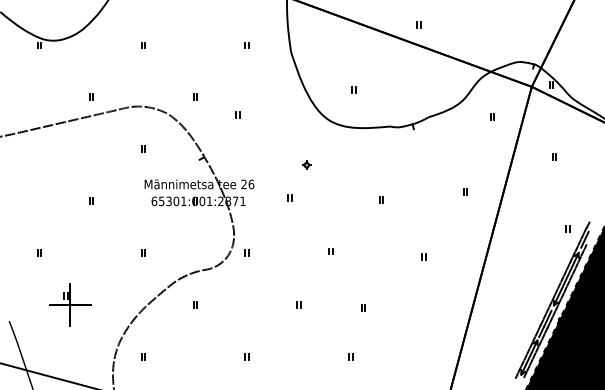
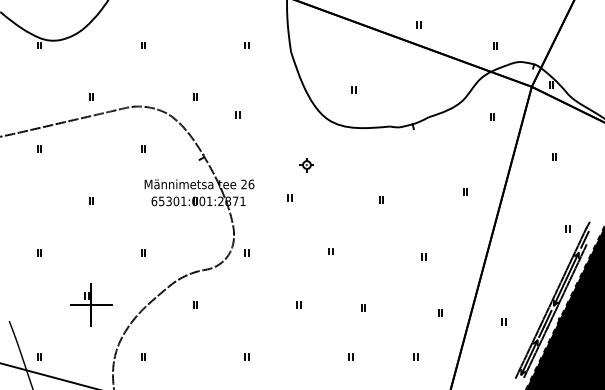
part at (495, 45): none -> present
part at (39, 148): none -> present
part at (306, 164) size: 10x10 px -> 15x15 px
part at (70, 304) position: (70, 304) -> (91, 304)
part at (440, 312): none -> present
part at (503, 321): none -> present
part at (39, 356): none -> present
part at (415, 356): none -> present
